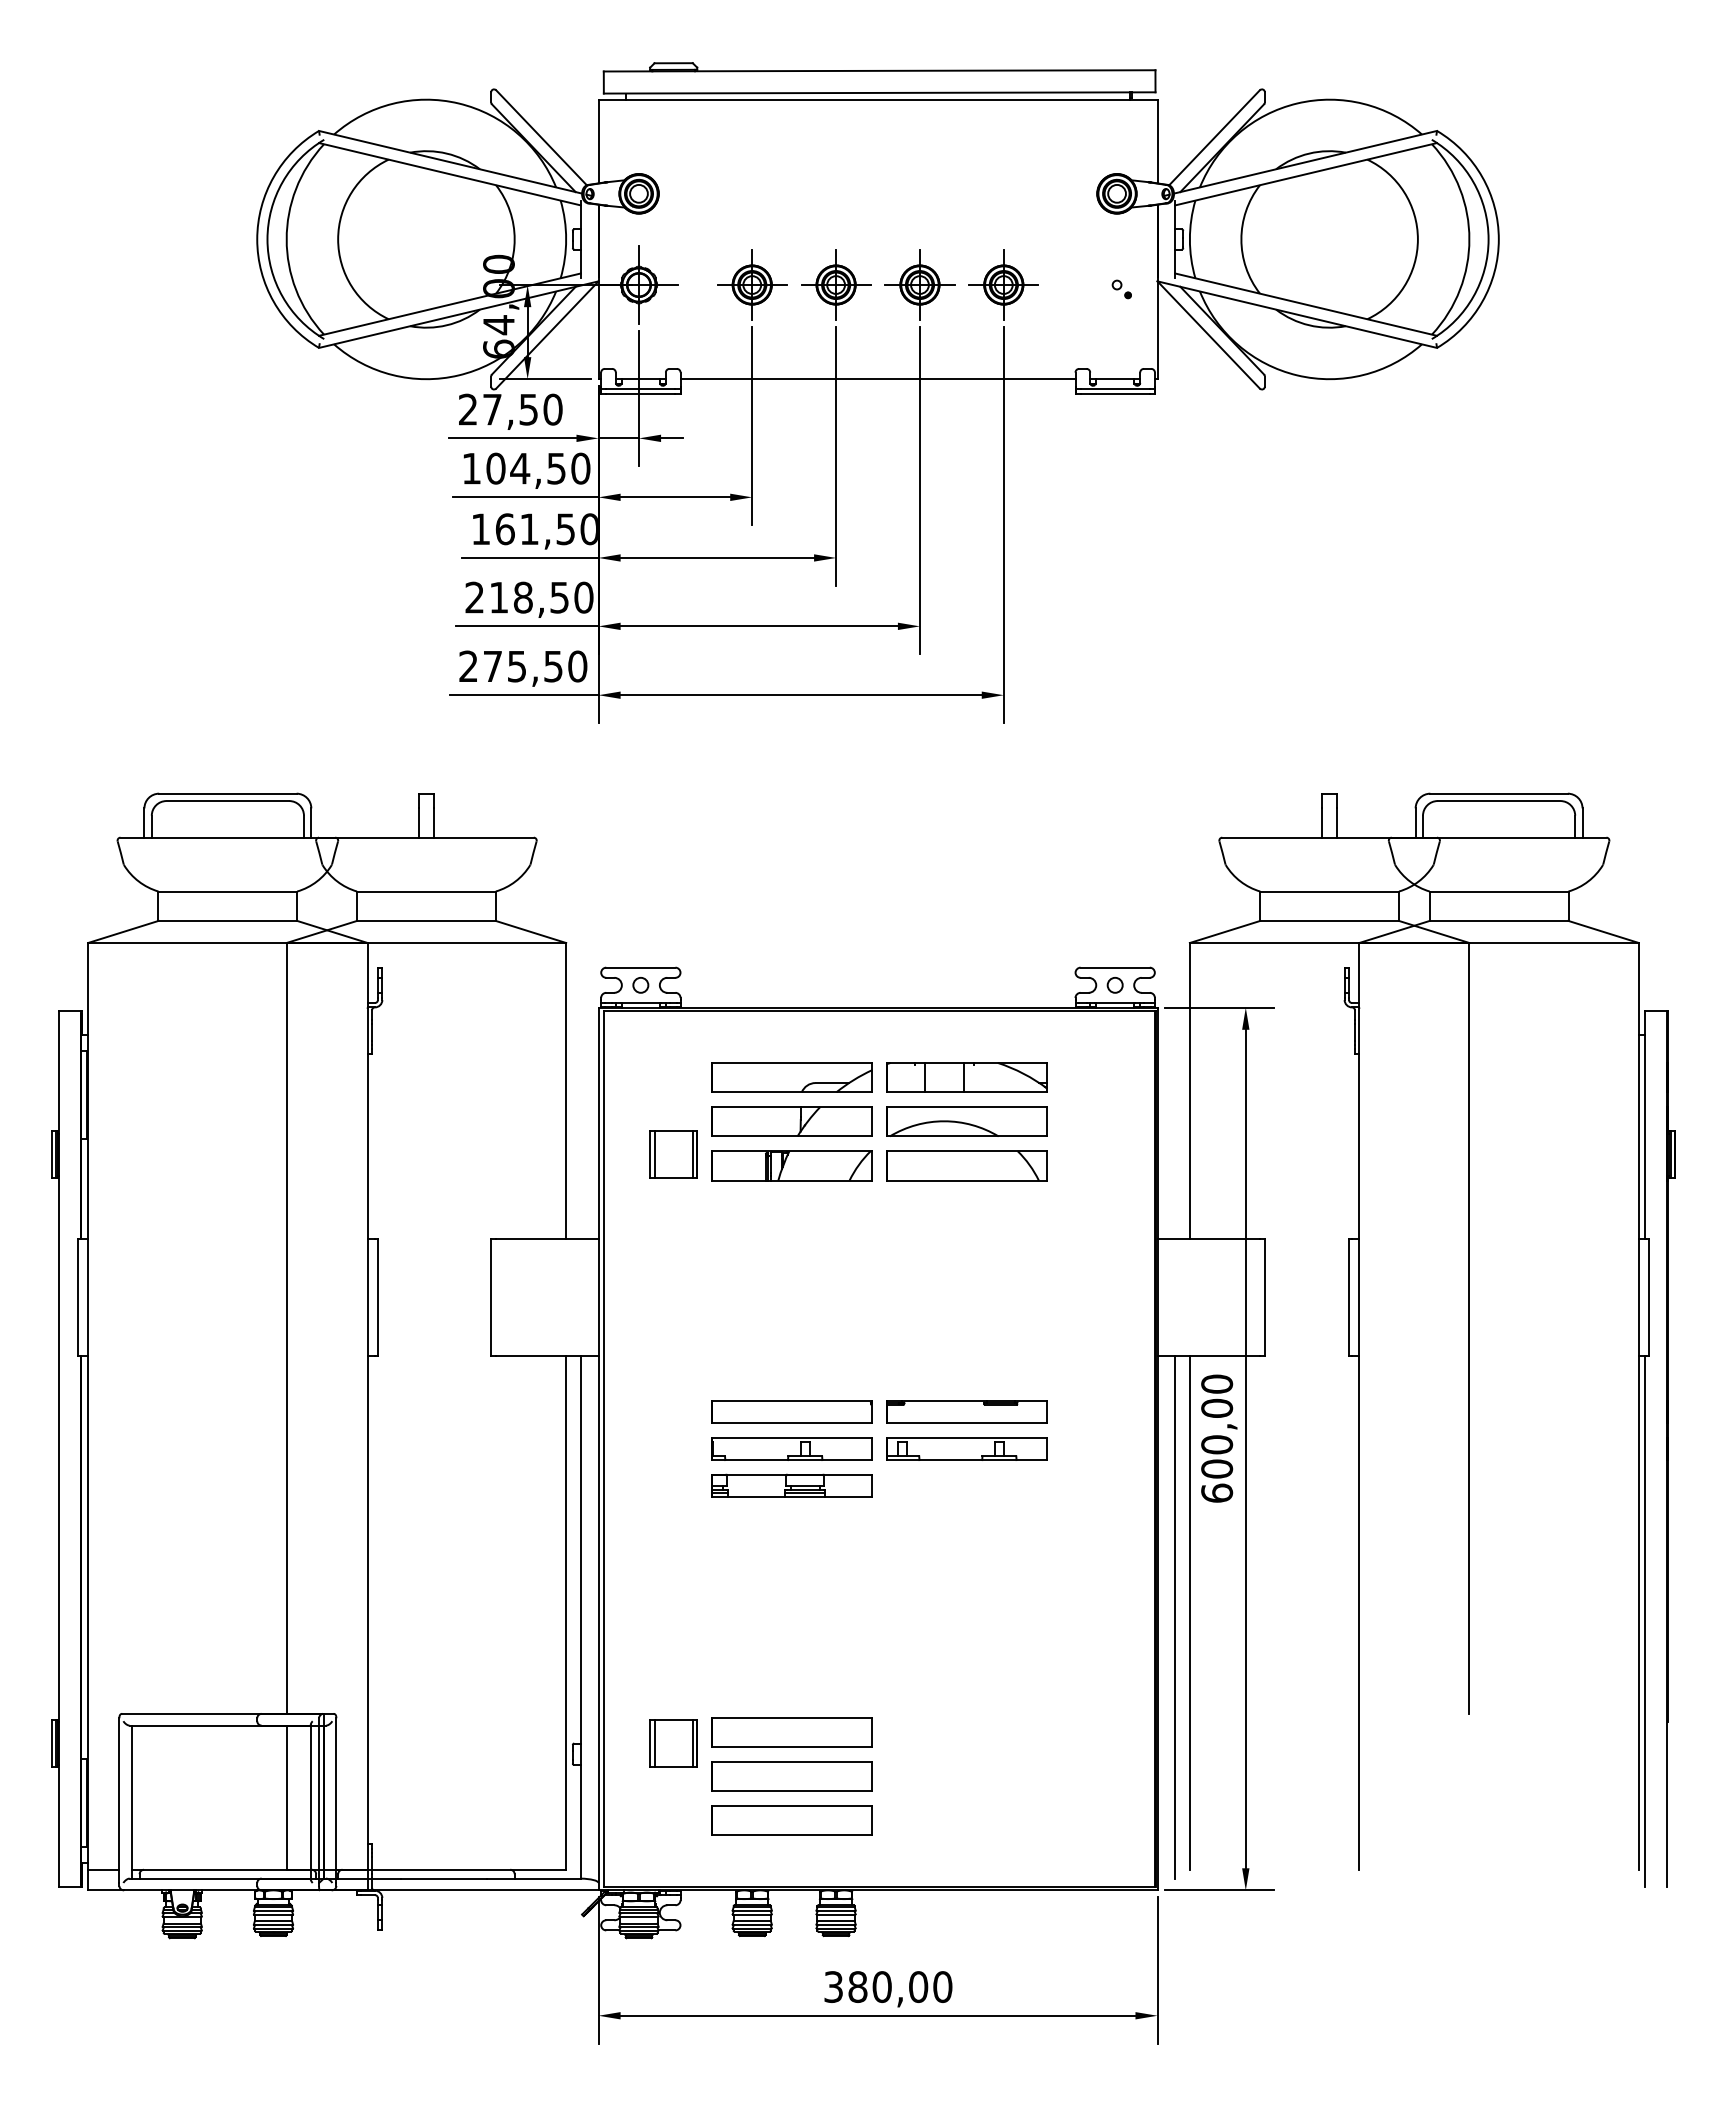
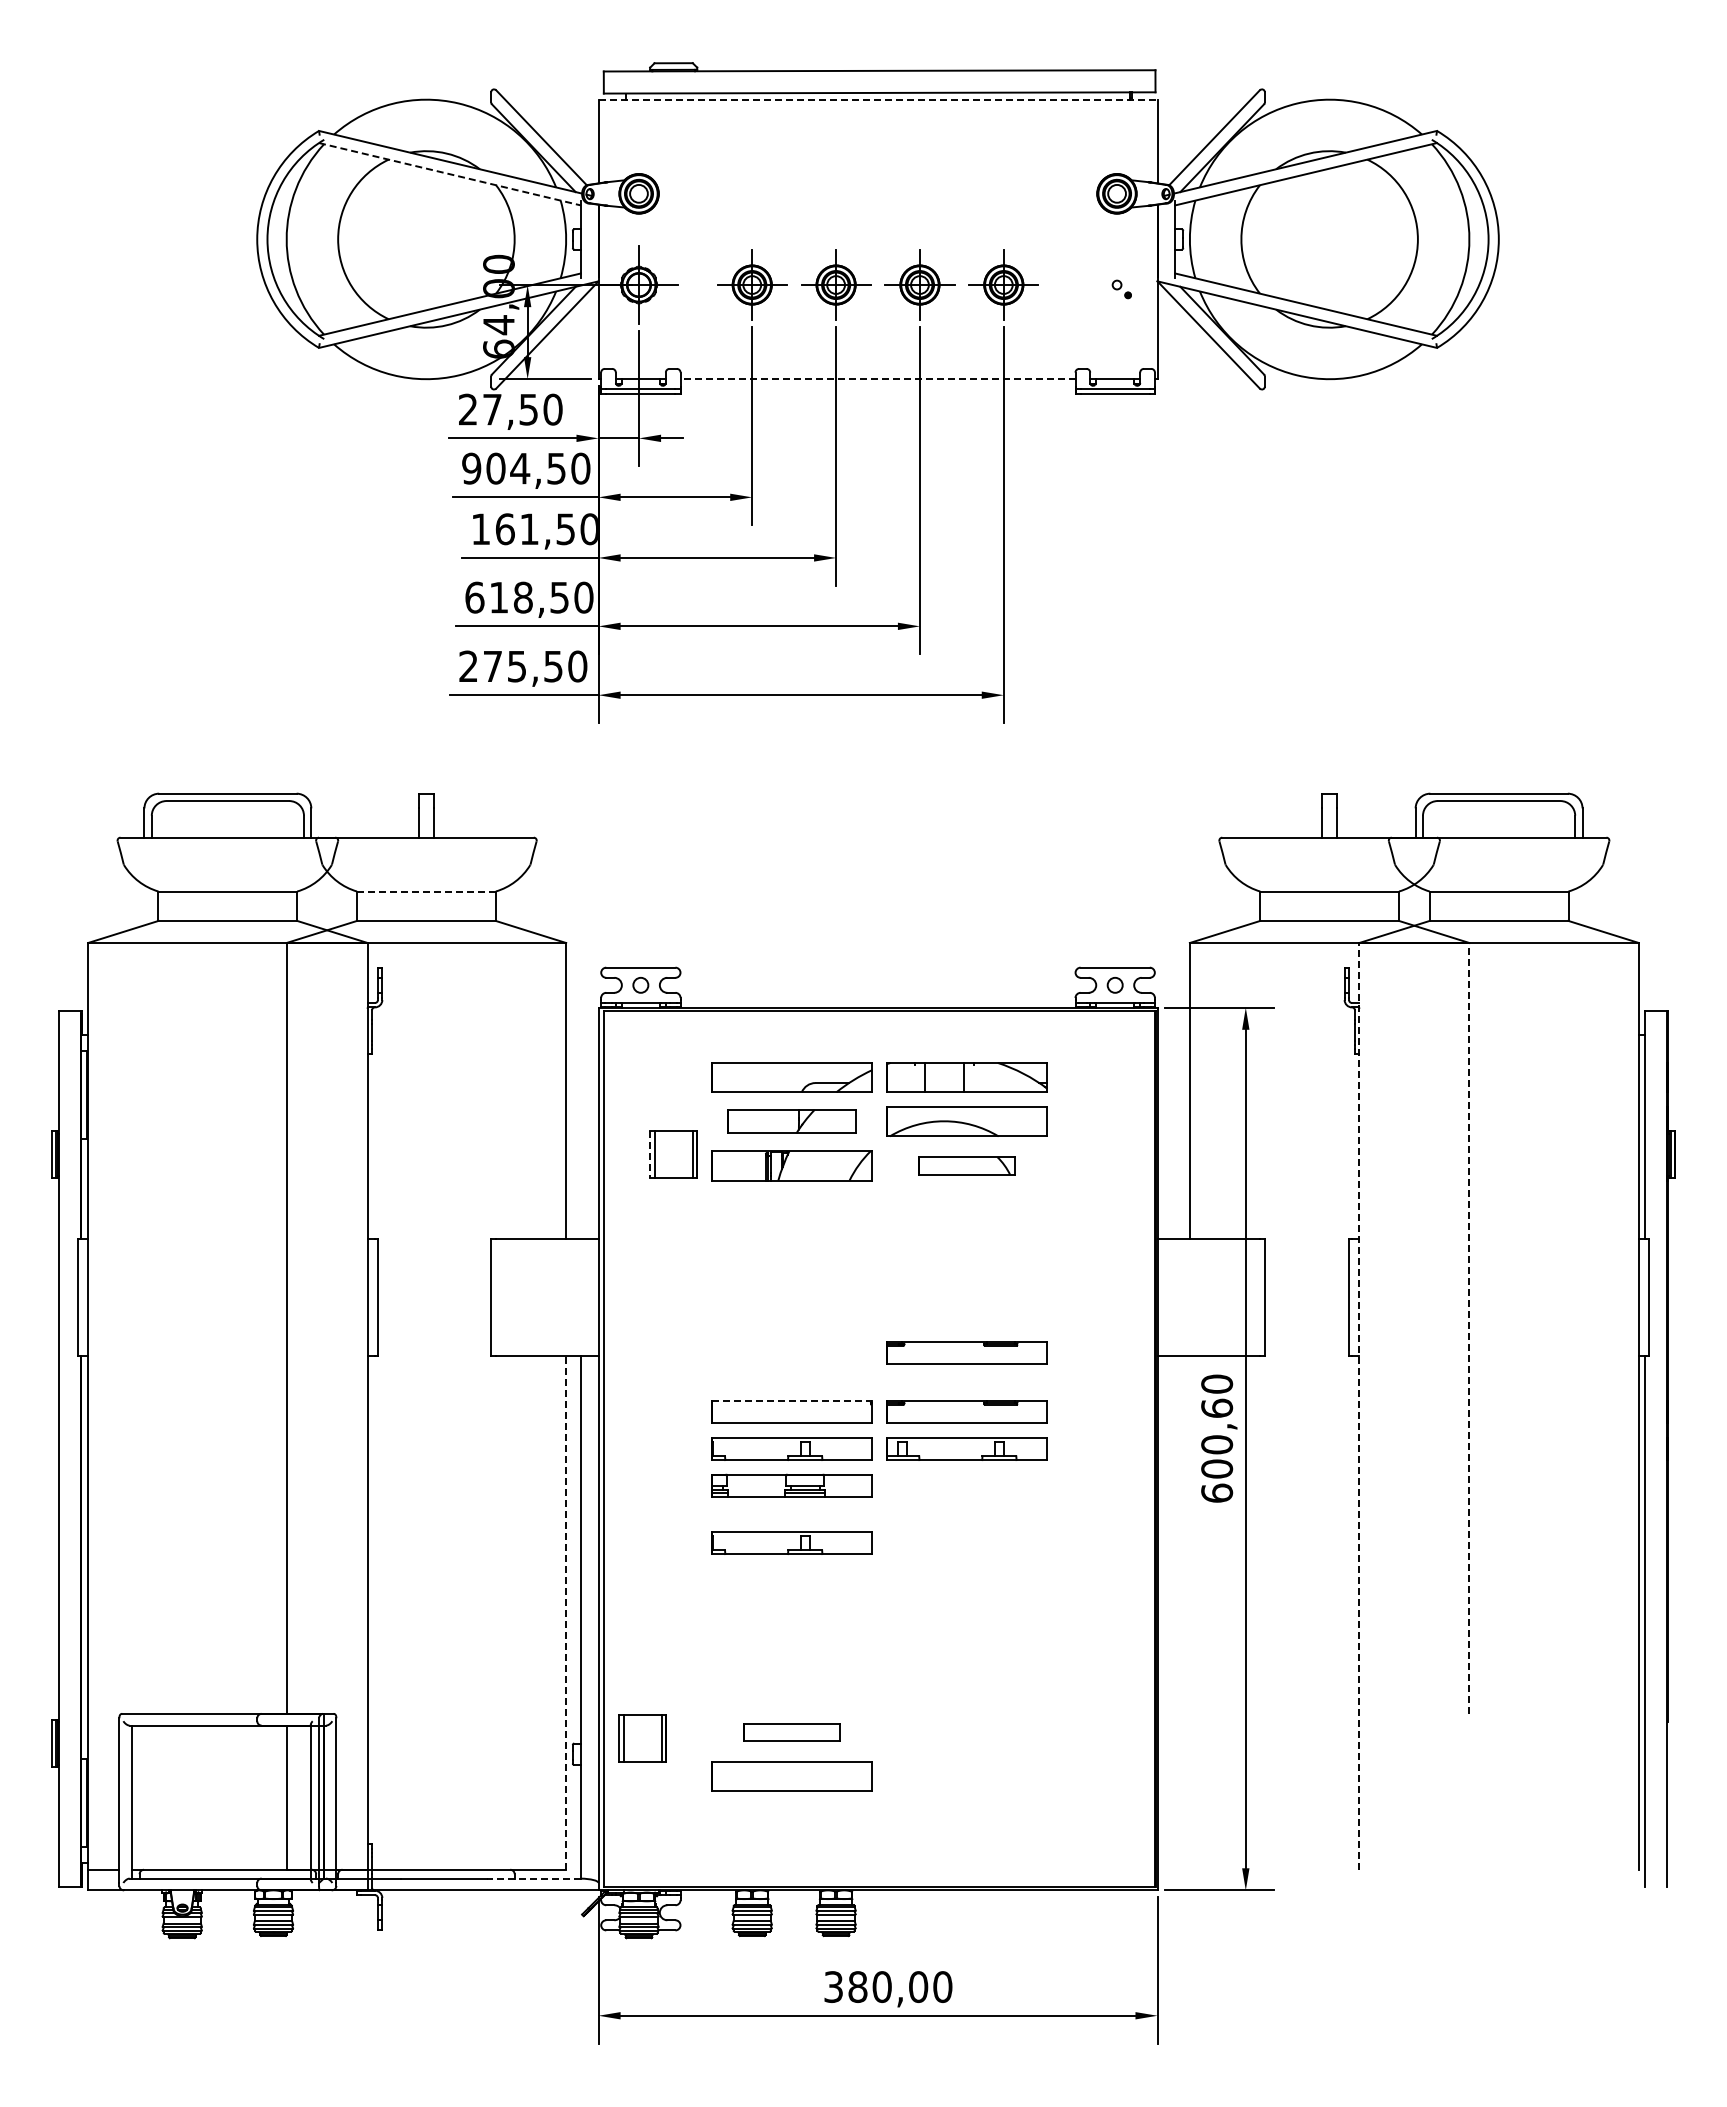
line at (878, 99): solid -> dashed
line at (449, 174): solid -> dashed
line at (877, 379): solid -> dashed
text at (471, 468): 104,50 -> 904,50
text at (474, 597): 218,50 -> 618,50
line at (425, 891): solid -> dashed
part at (791, 1121) size: 162x31 px -> 130x25 px
line at (650, 1154): solid -> dashed
part at (966, 1165) size: 162x32 px -> 98x20 px
line at (1469, 1327): solid -> dashed
part at (966, 1352): none -> present
line at (792, 1401): solid -> dashed
line at (1359, 1405): solid -> dashed
text at (1216, 1407): 600,00 -> 600,60
part at (791, 1542): none -> present
line at (1189, 1612): present -> none
line at (566, 1613): solid -> dashed
line at (1175, 1617): present -> none
part at (791, 1732) size: 162x31 px -> 98x19 px
part at (673, 1743) position: (673, 1743) -> (642, 1738)
part at (791, 1820): present -> none
line at (534, 1878): solid -> dashed
